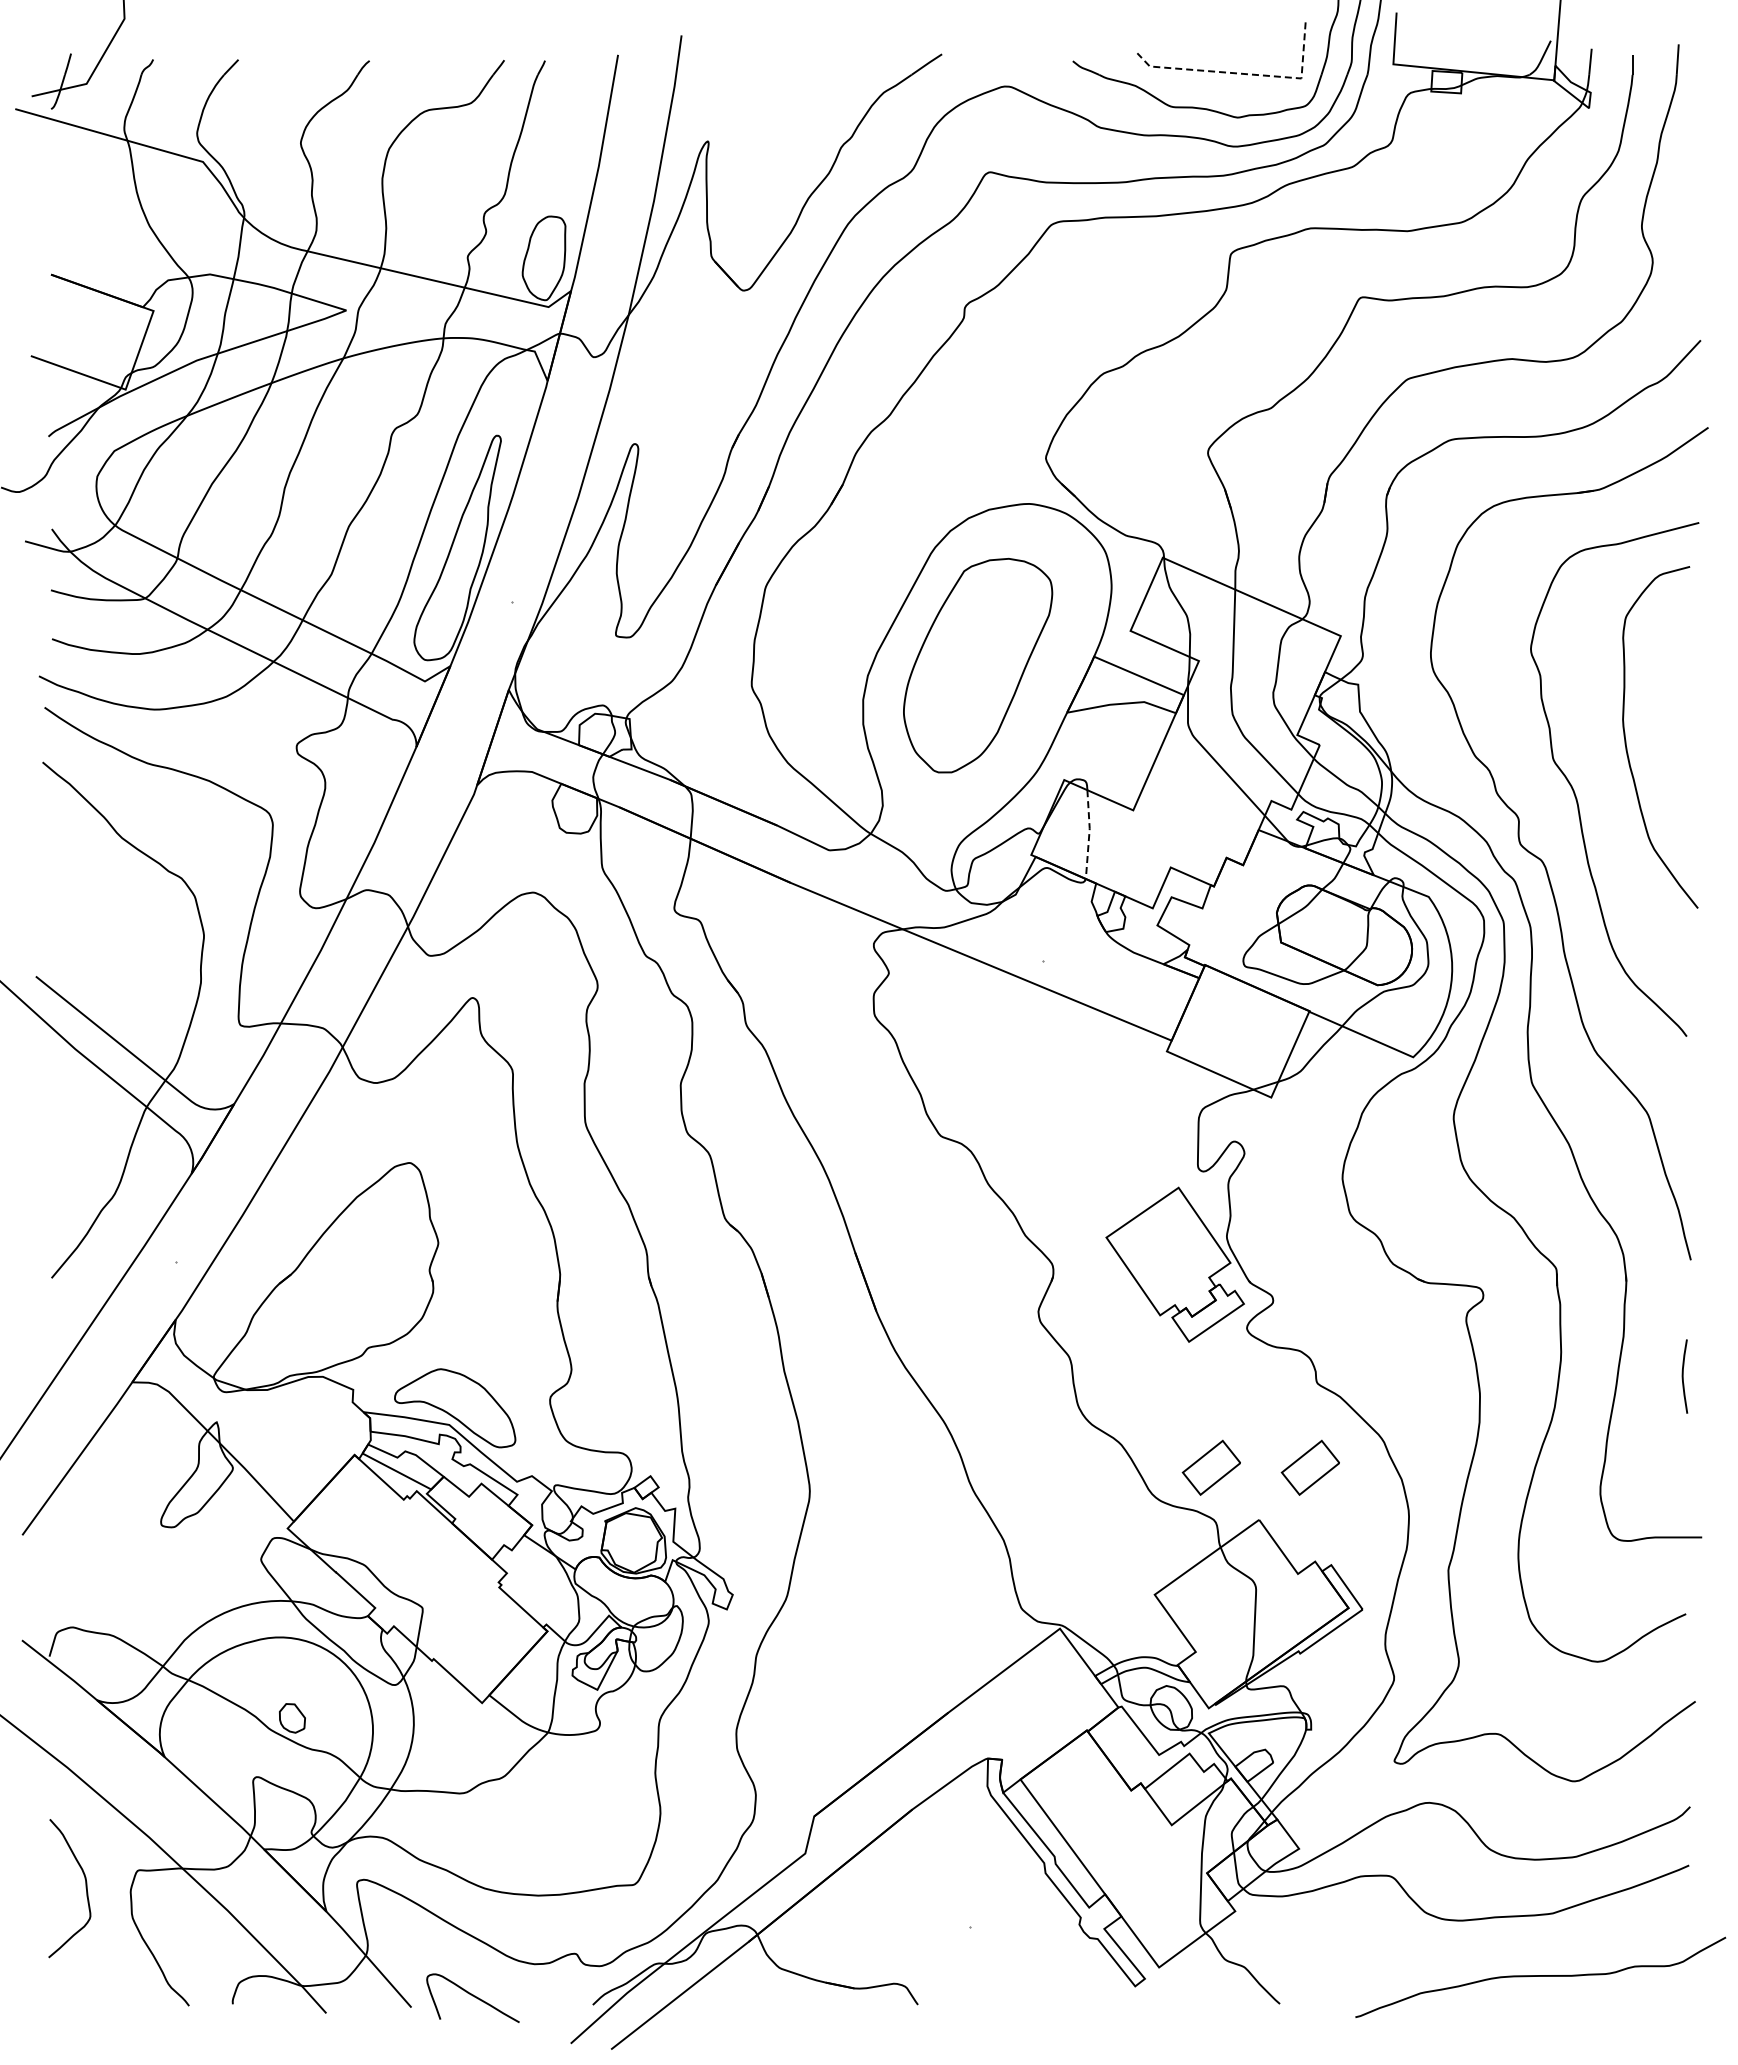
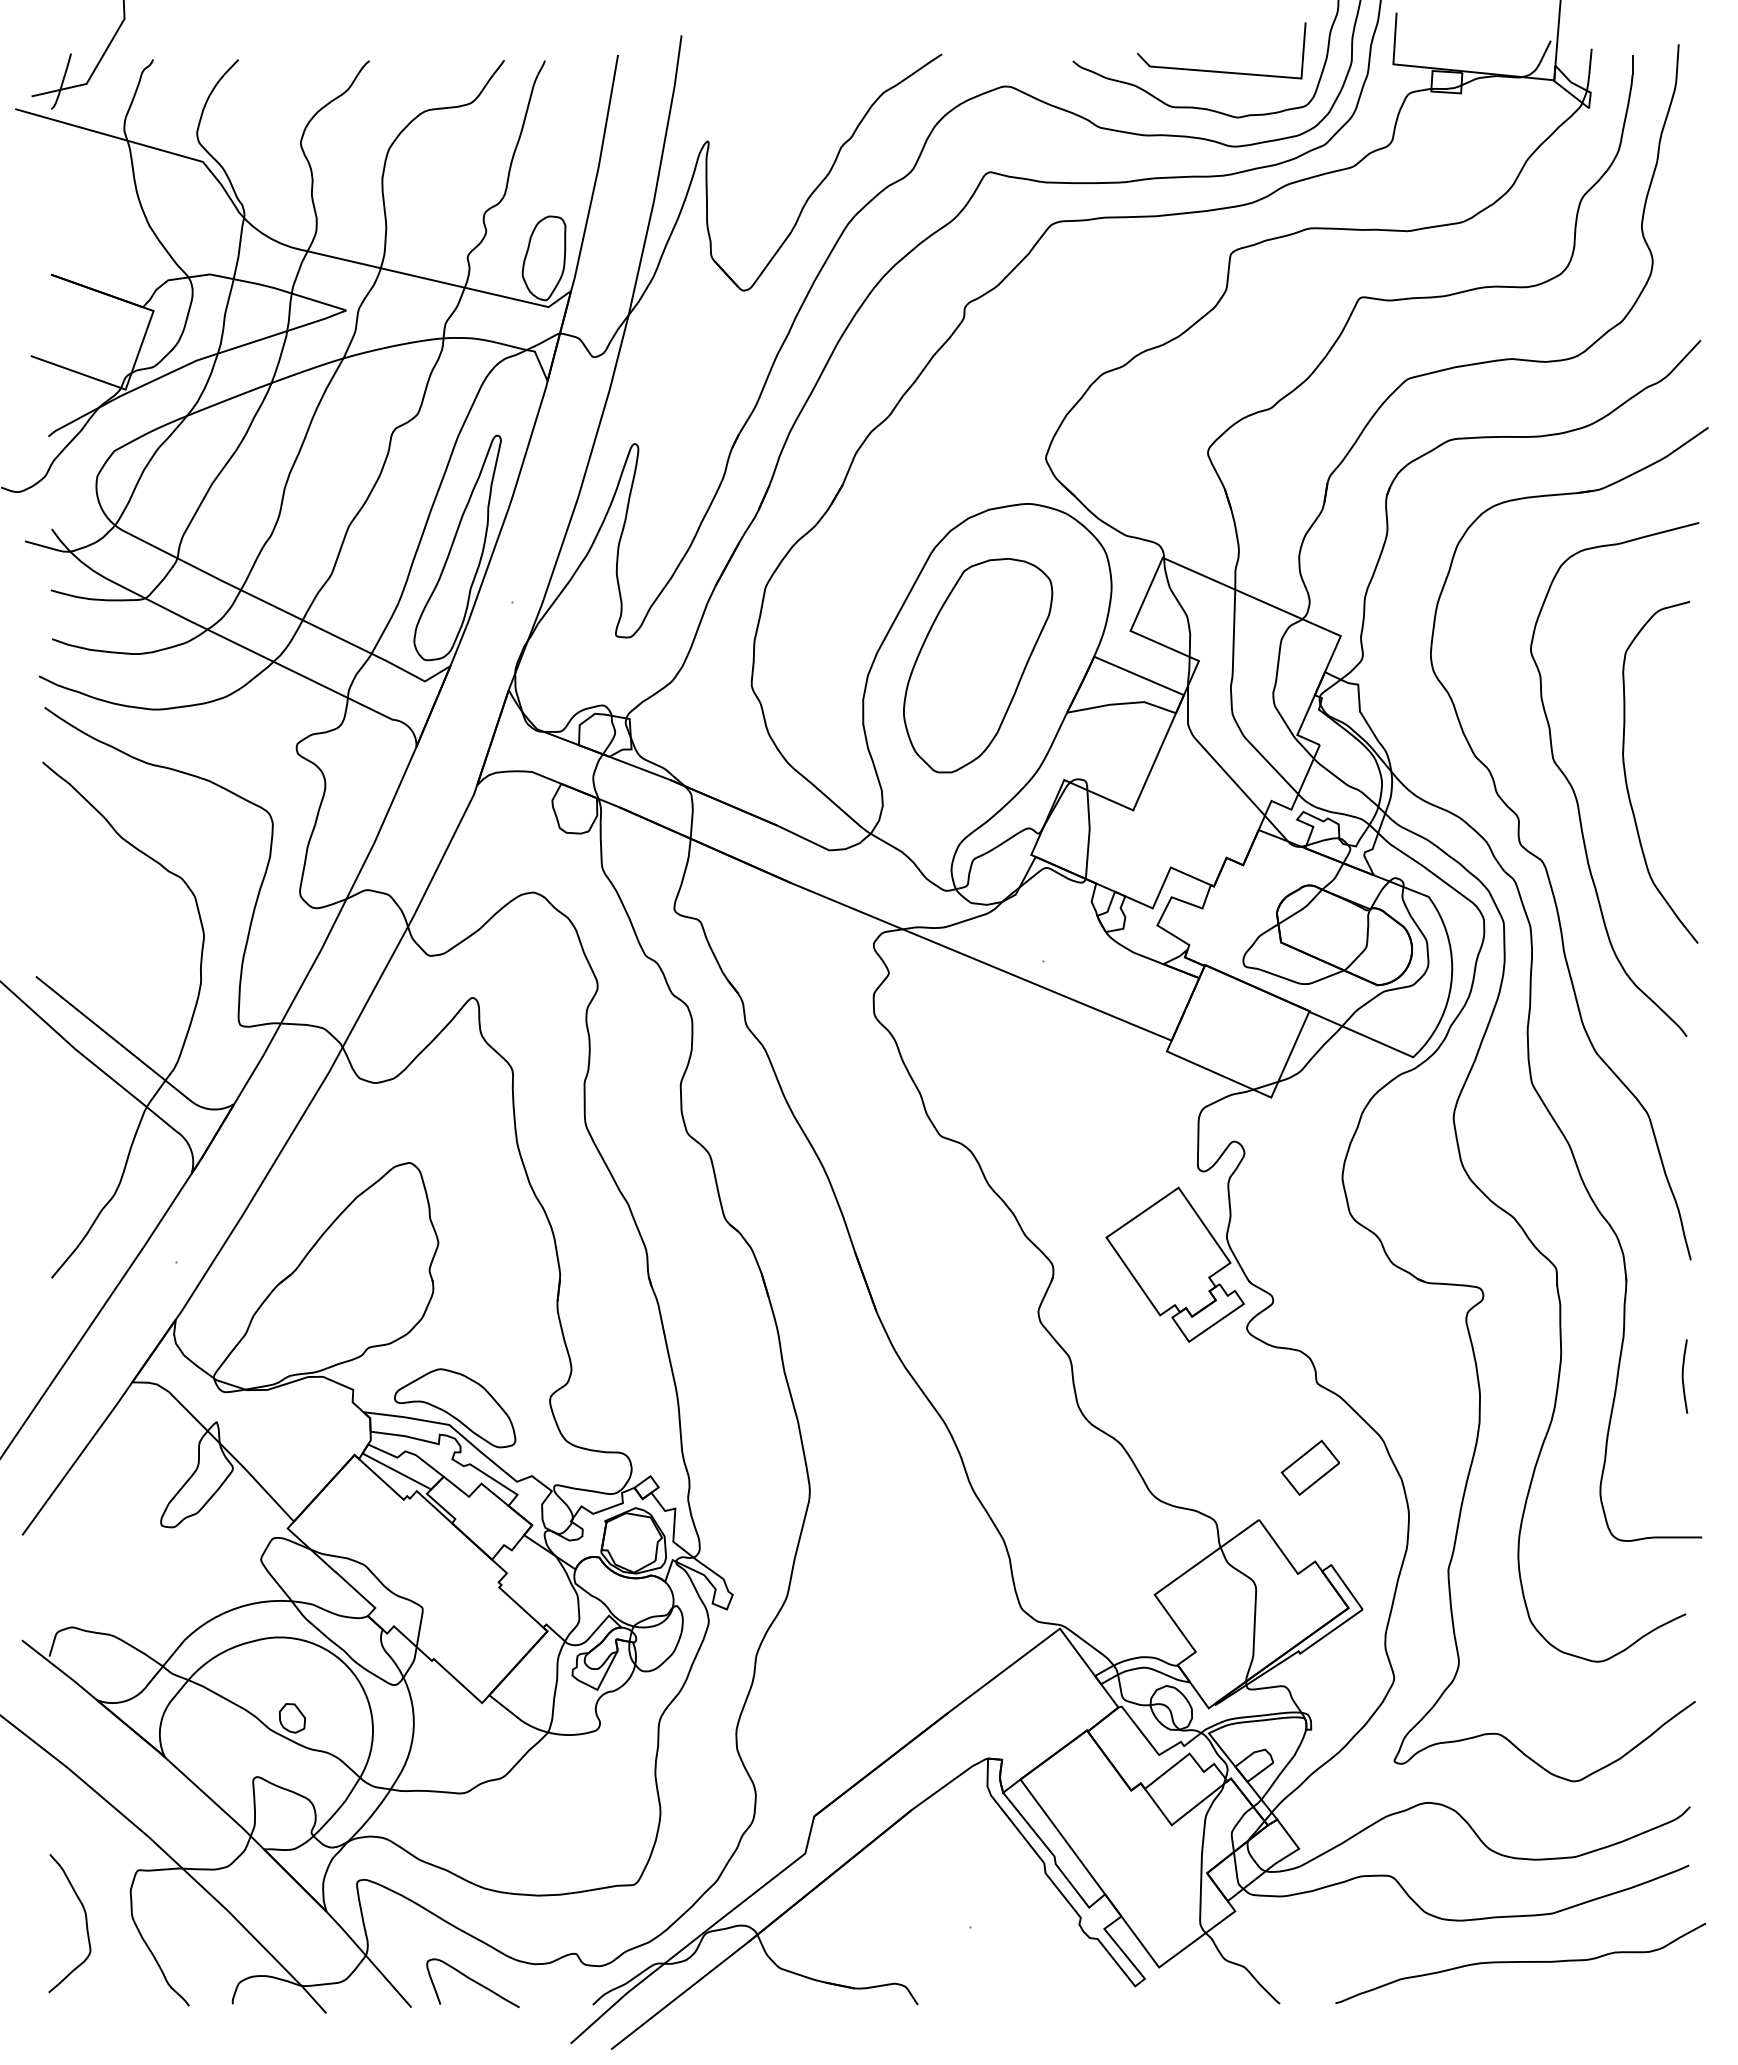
line at (1244, 73): dashed -> solid
curve at (1626, 740) position: (1626, 740) -> (1626, 775)
line at (1089, 834): dashed -> solid
part at (1210, 1467): present -> none
curve at (85, 1888) position: (85, 1888) -> (85, 1923)
curve at (1540, 1976) position: (1540, 1976) -> (1520, 1962)
curve at (472, 1996) position: (472, 1996) -> (472, 1981)
